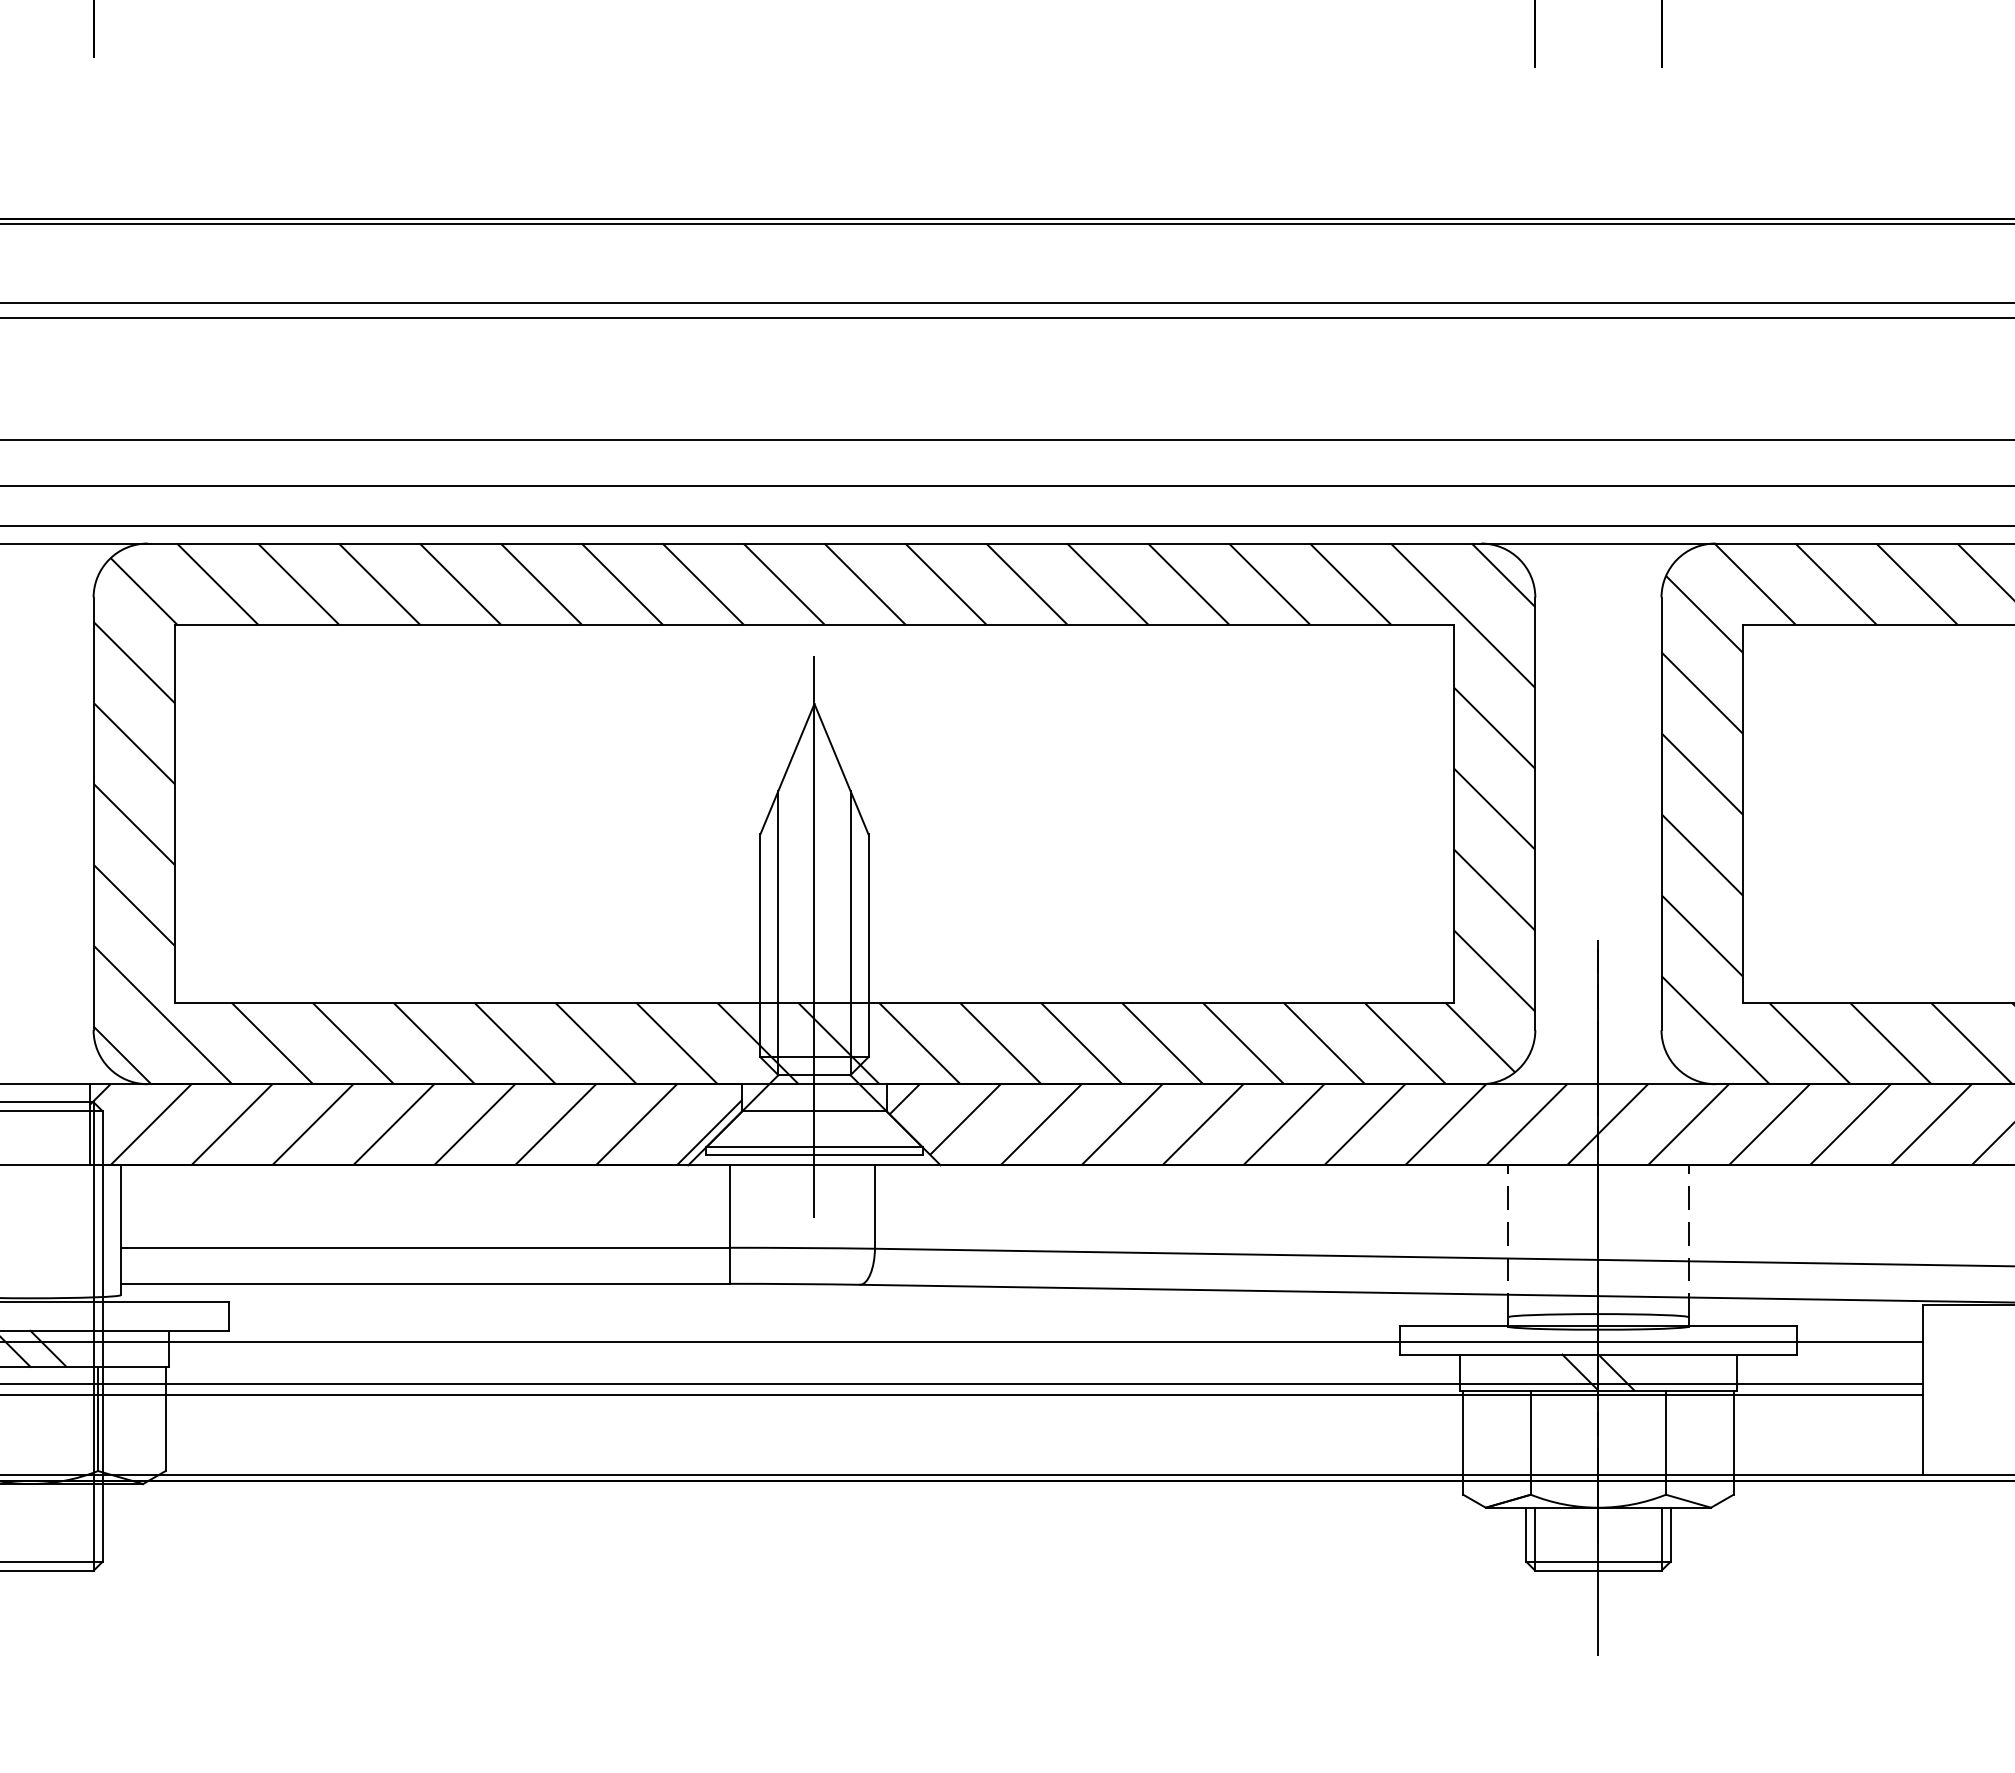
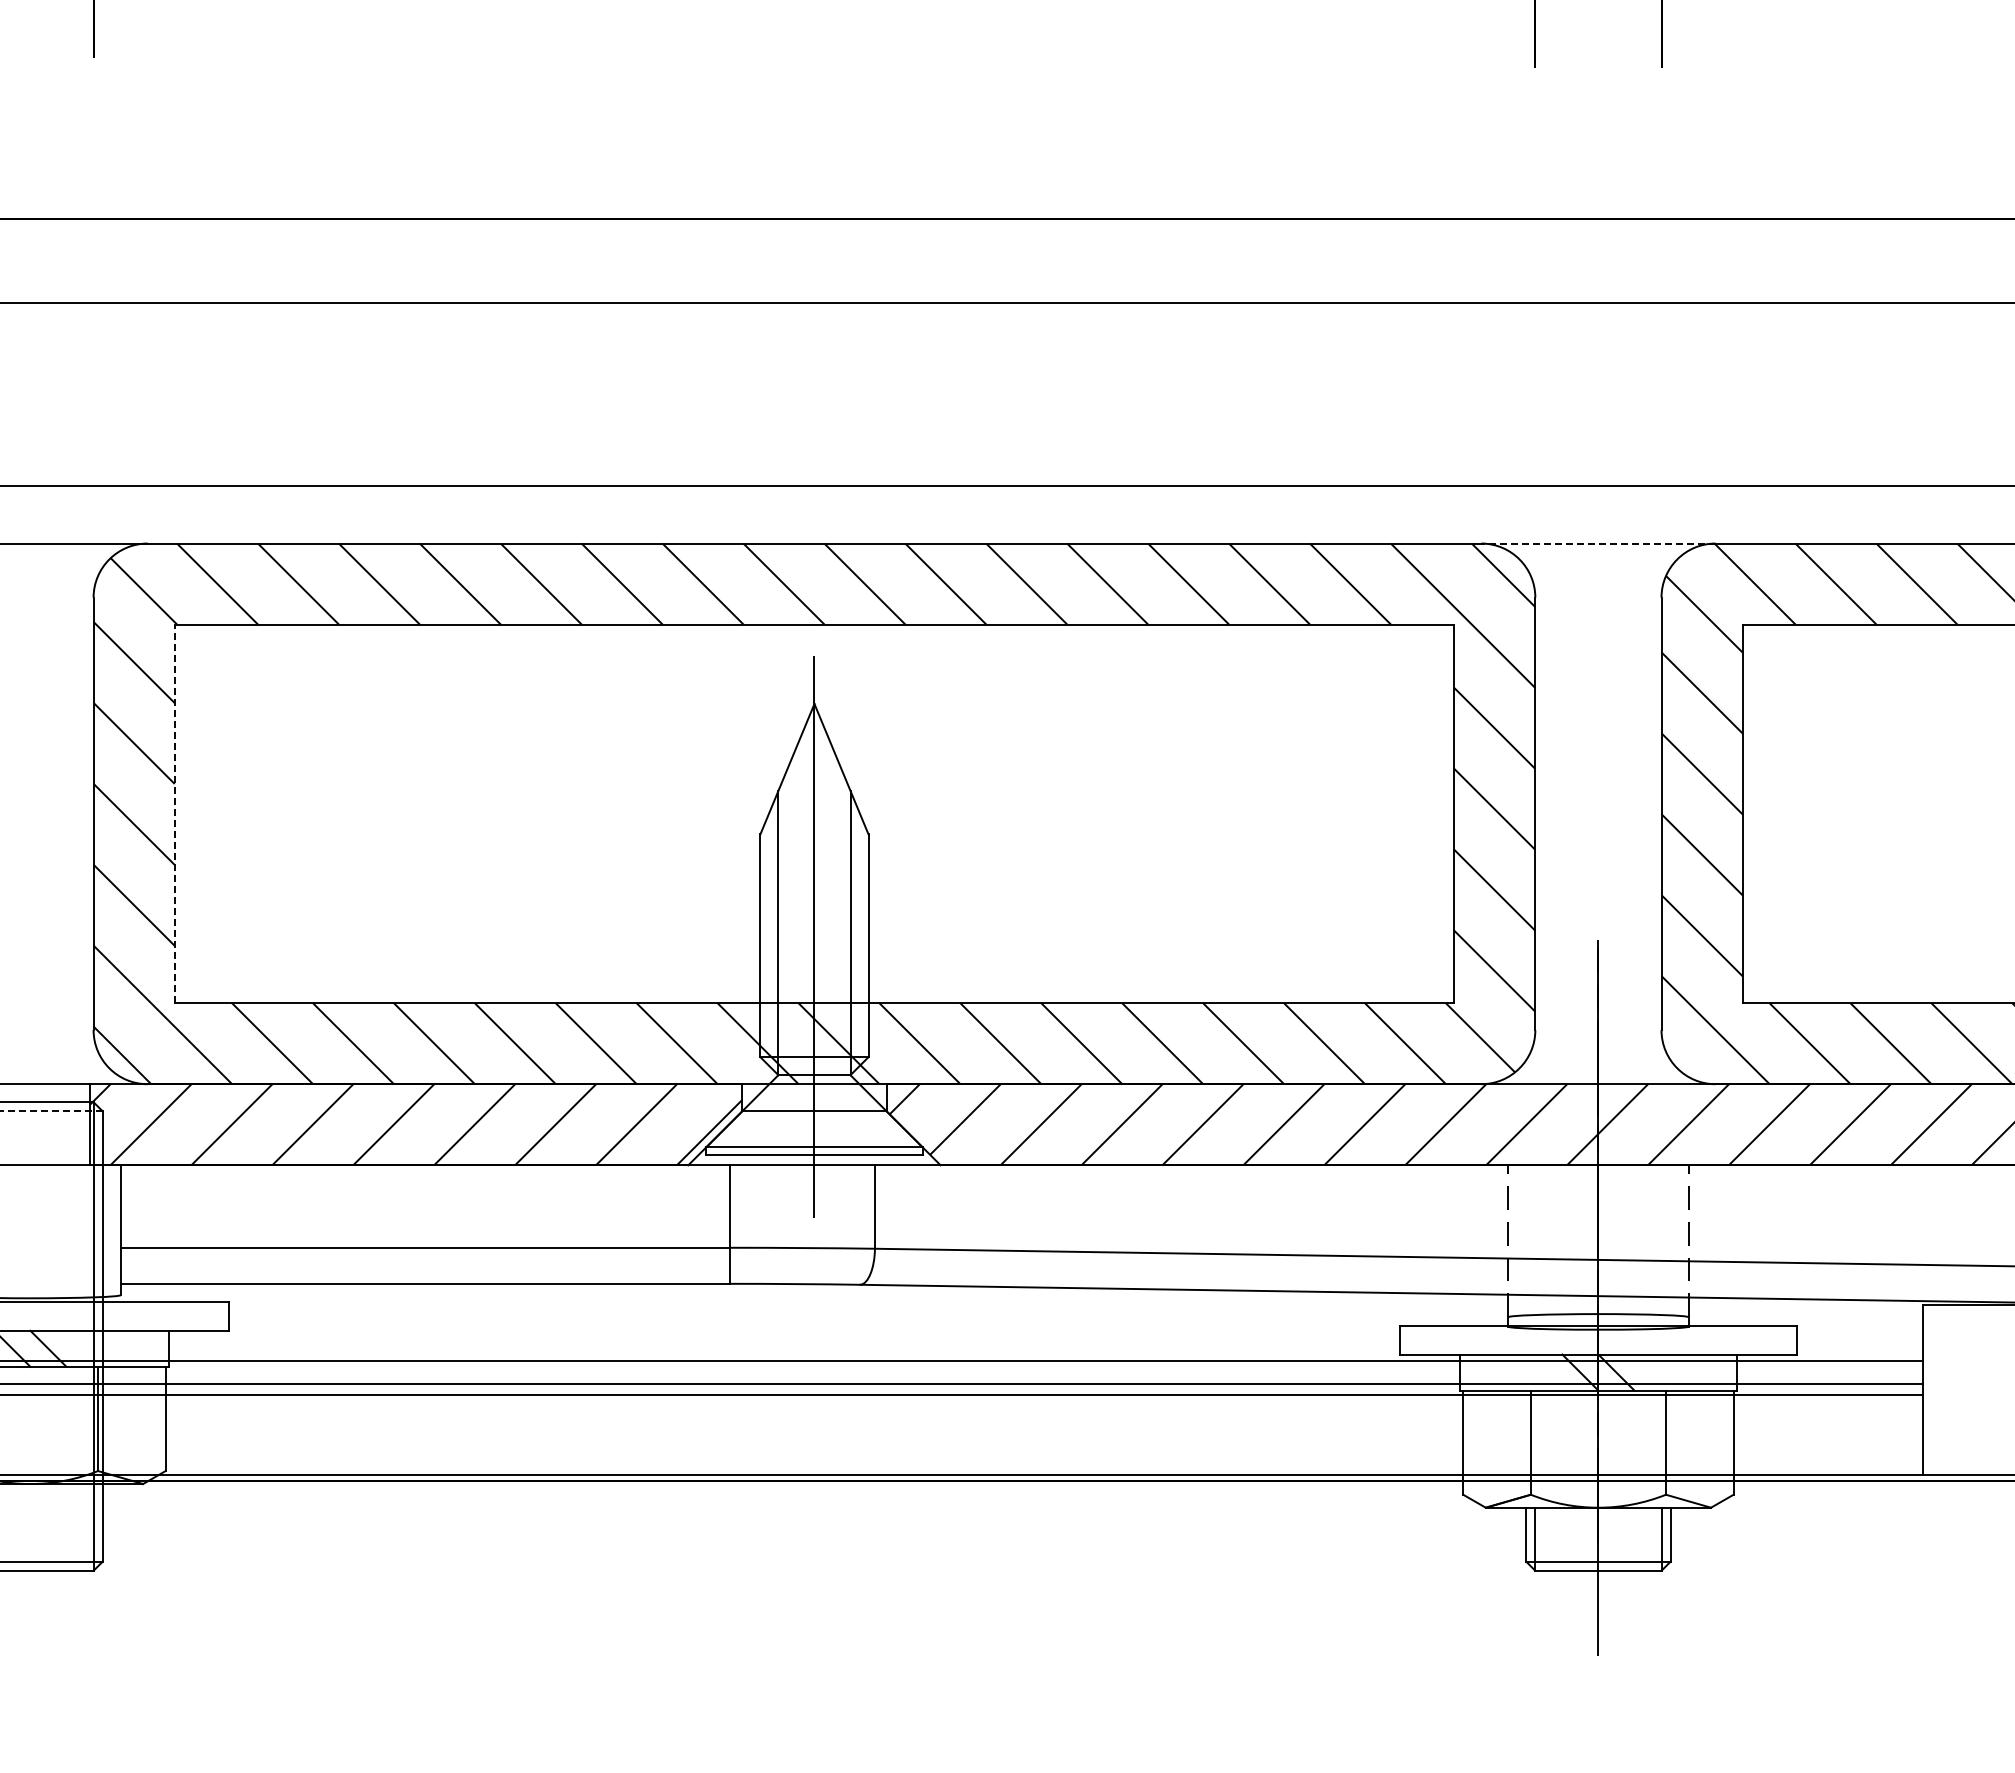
line at (1006, 224): present -> none
line at (1006, 317): present -> none
line at (1006, 439): present -> none
line at (1006, 525): present -> none
line at (1597, 543): solid -> dashed
line at (174, 813): solid -> dashed
line at (50, 1111): solid -> dashed
line at (962, 1342) position: (962, 1342) -> (962, 1361)
